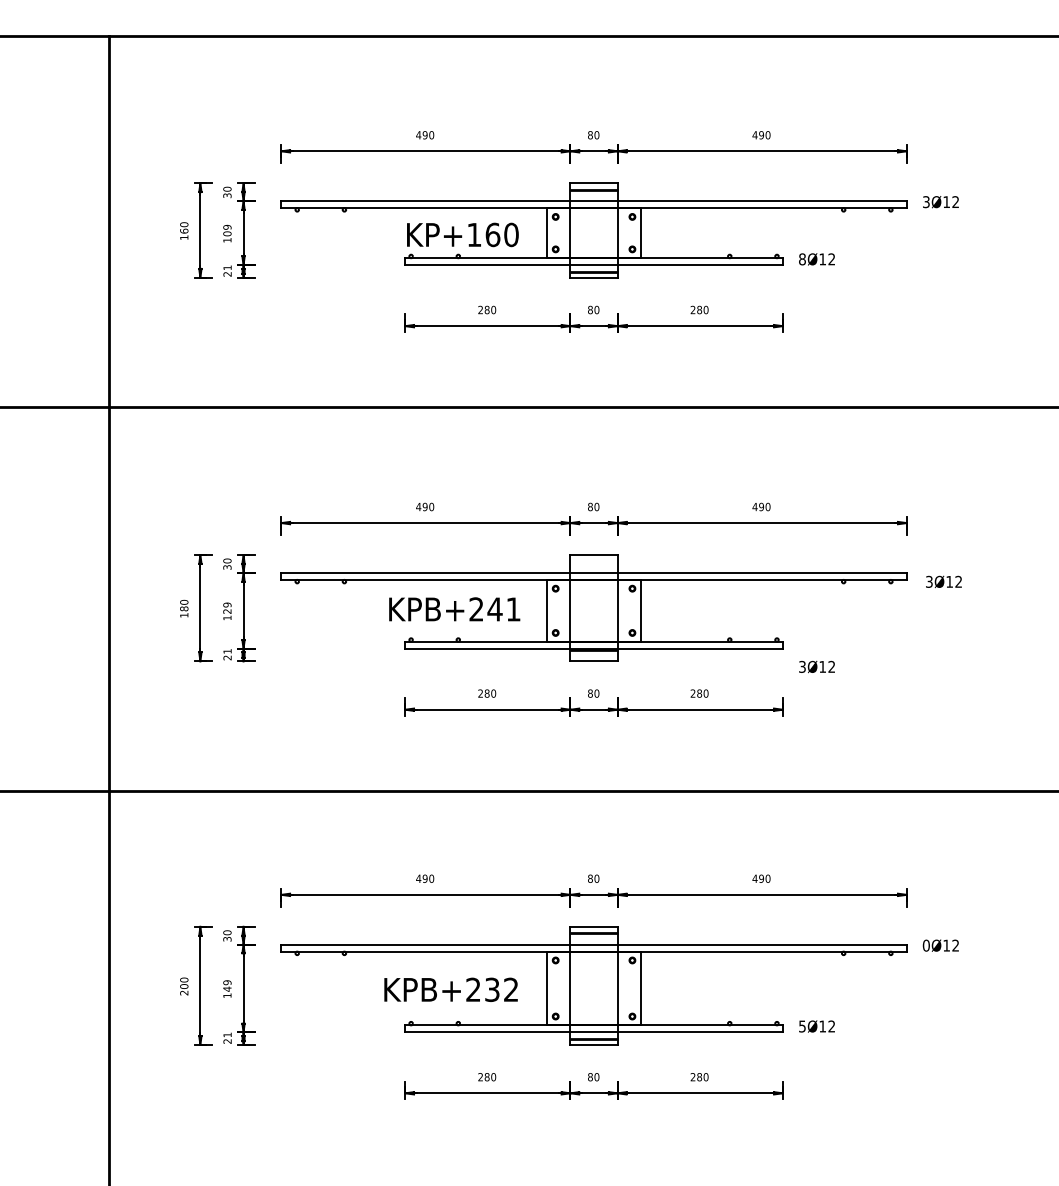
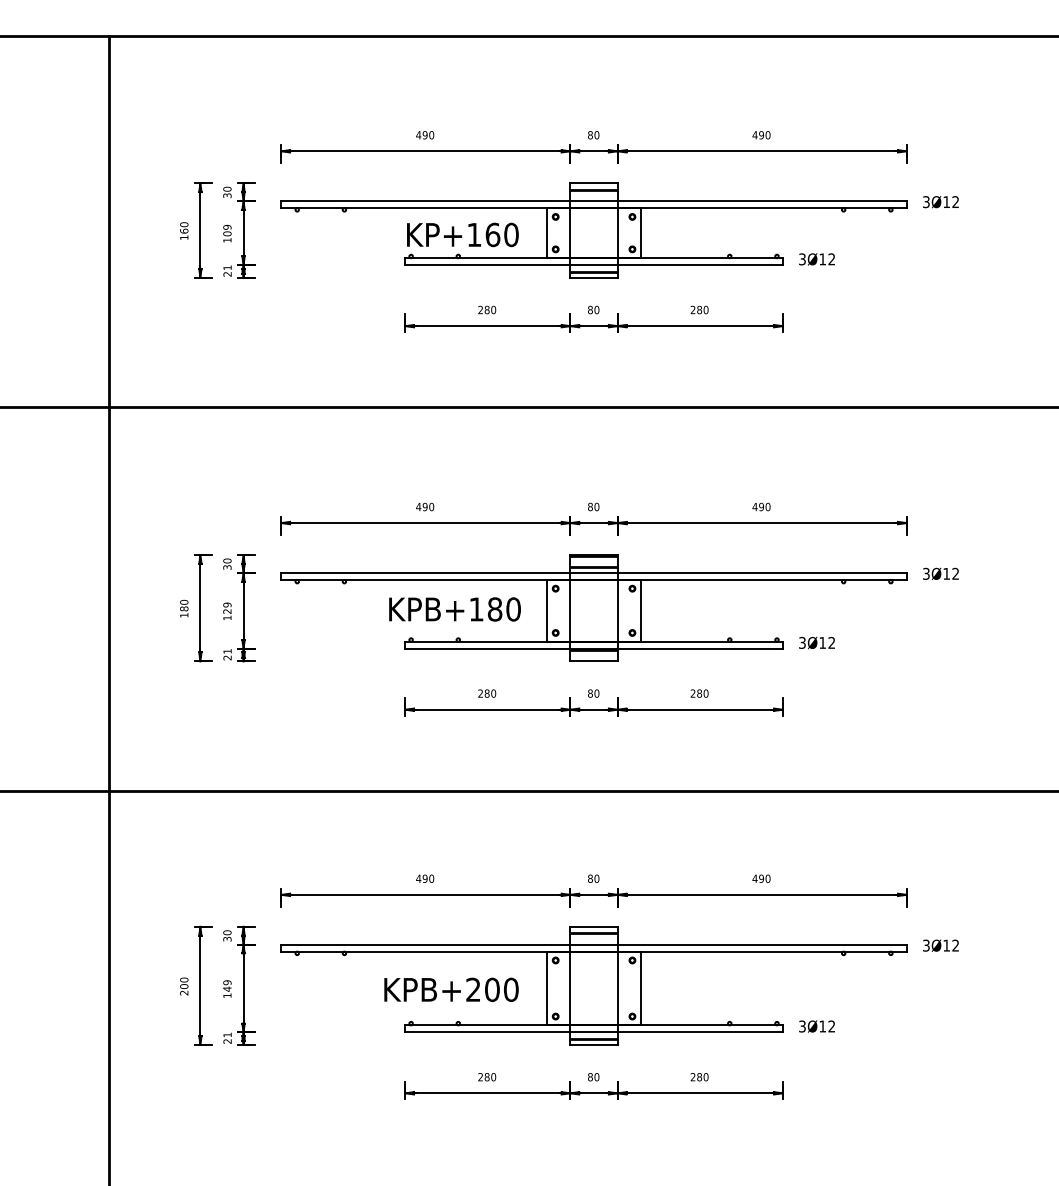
text at (802, 259): 8Ø12 -> 3Ø12
hatch at (593, 561): none -> present
text at (943, 581) position: (943, 581) -> (940, 573)
text at (494, 609): KPB+241 -> KPB+180
text at (816, 666) position: (816, 666) -> (816, 642)
text at (925, 945): 0Ø12 -> 3Ø12
text at (501, 989): KPB+232 -> KPB+200
text at (802, 1025): 5Ø12 -> 3Ø12
